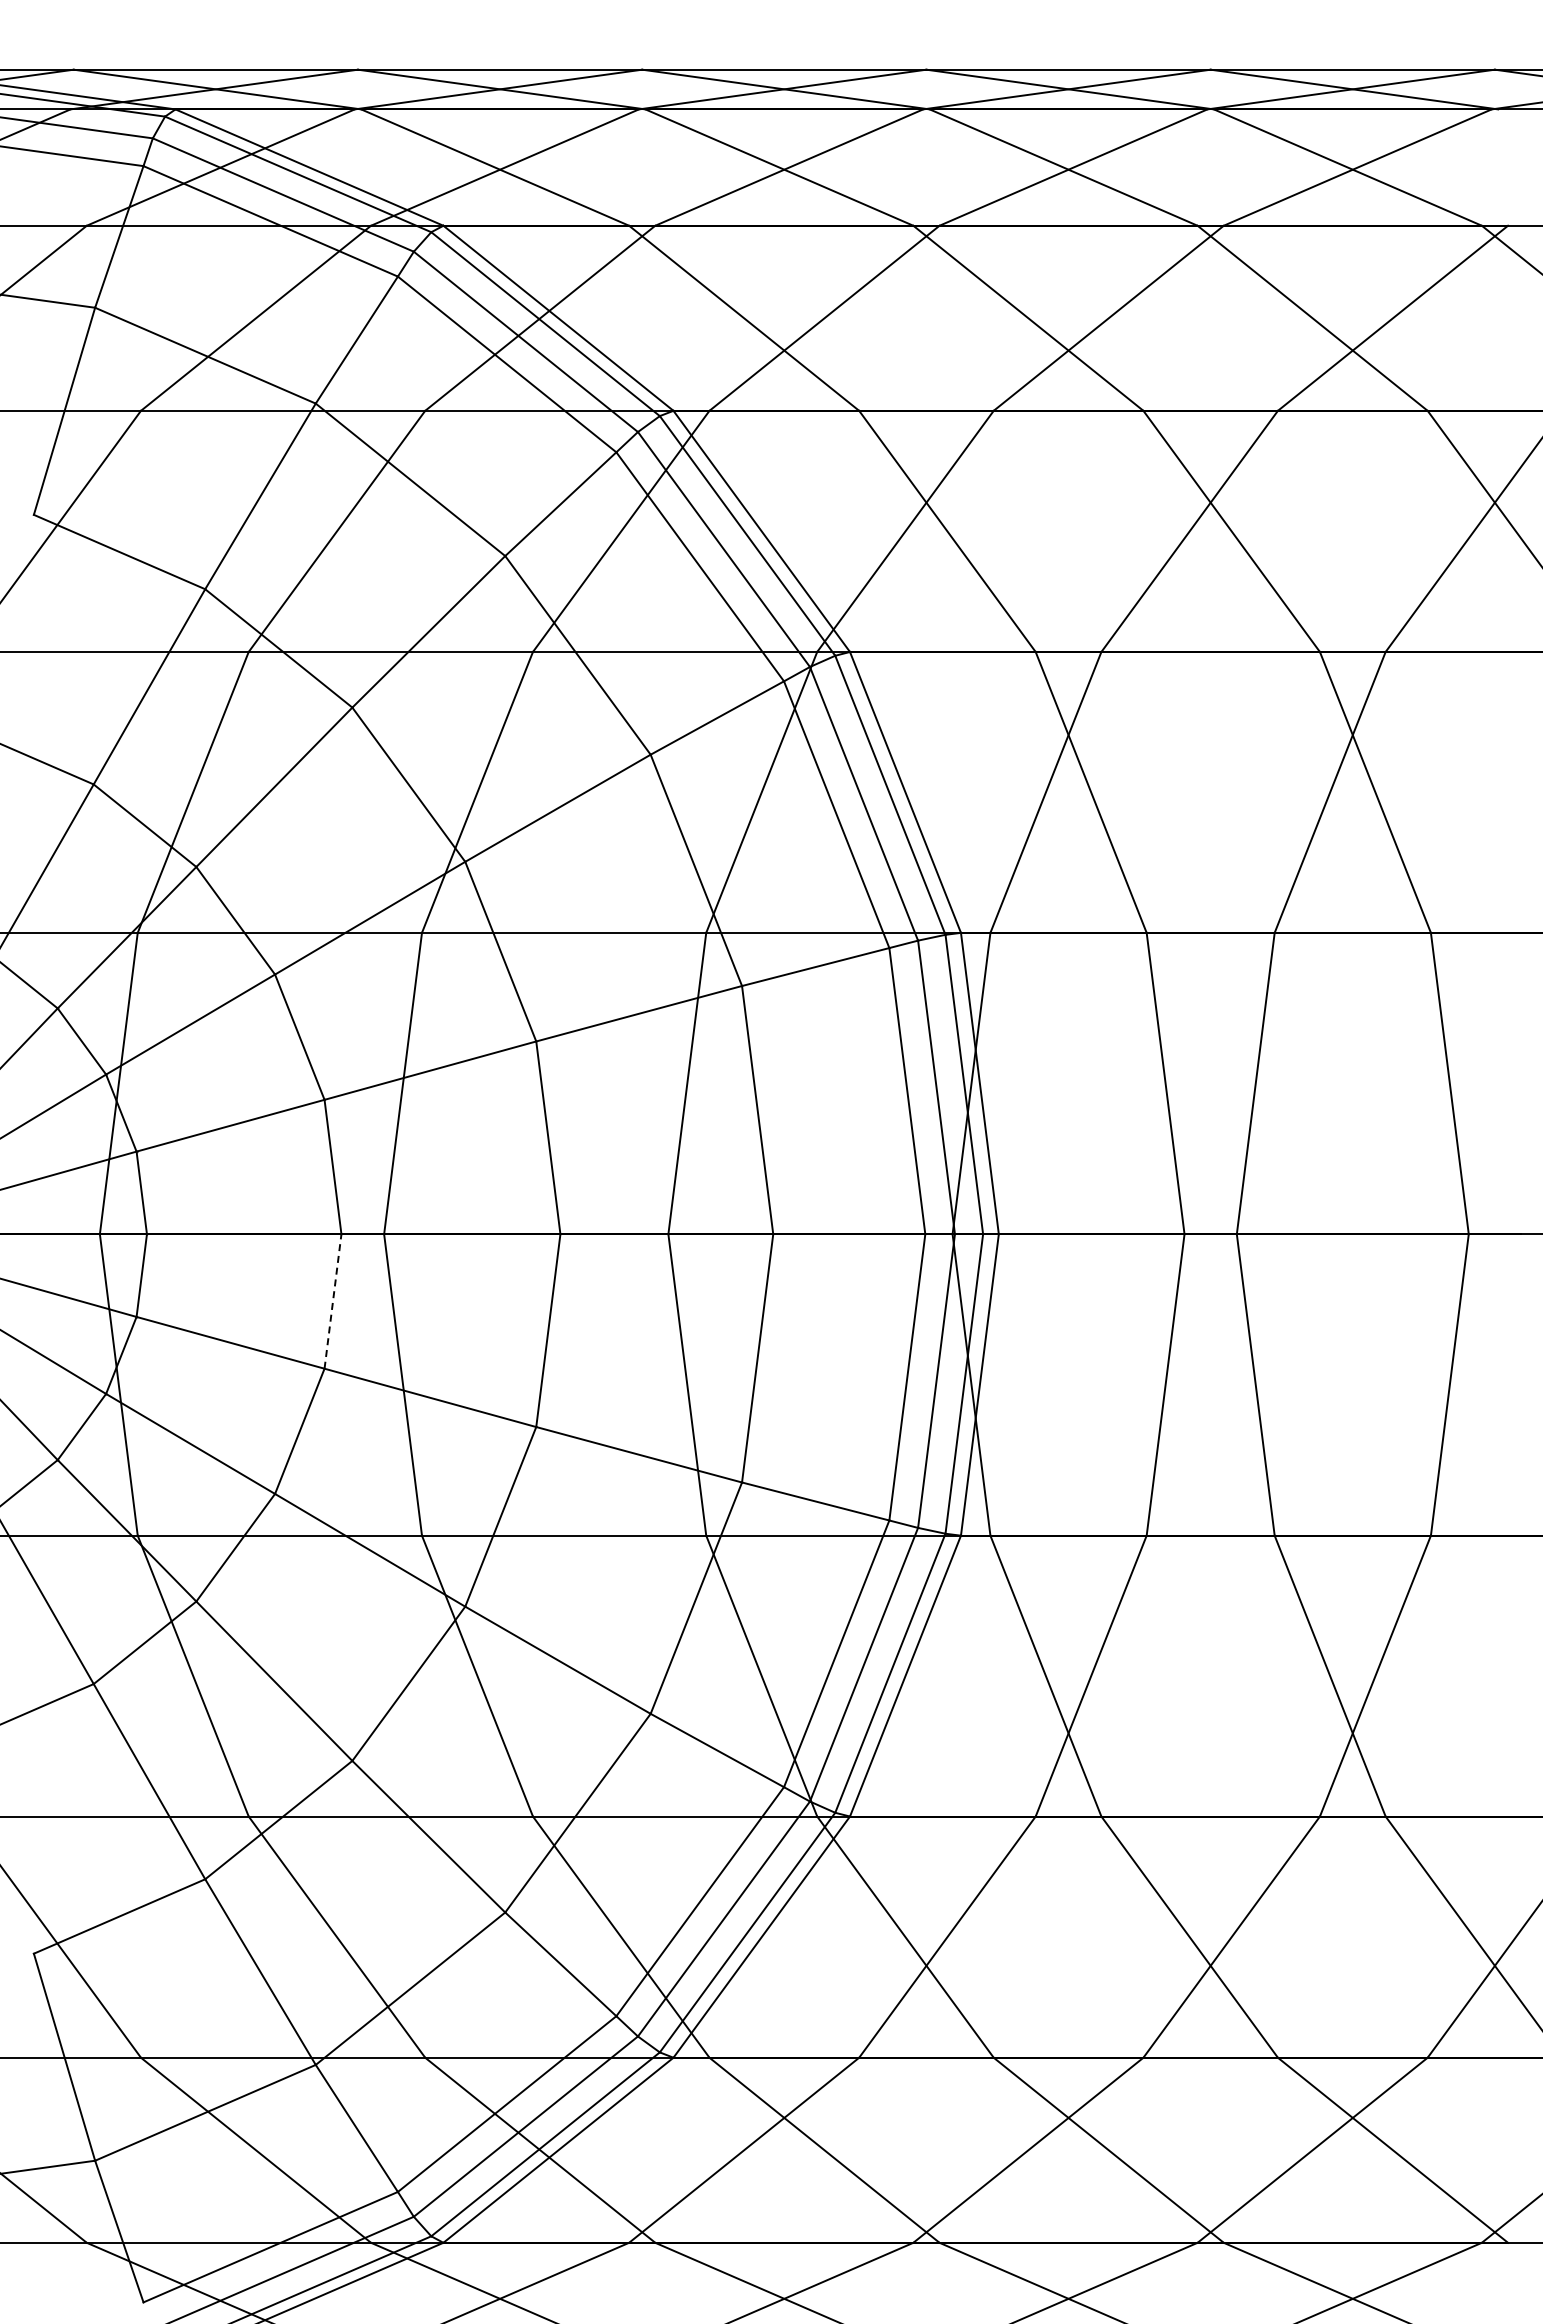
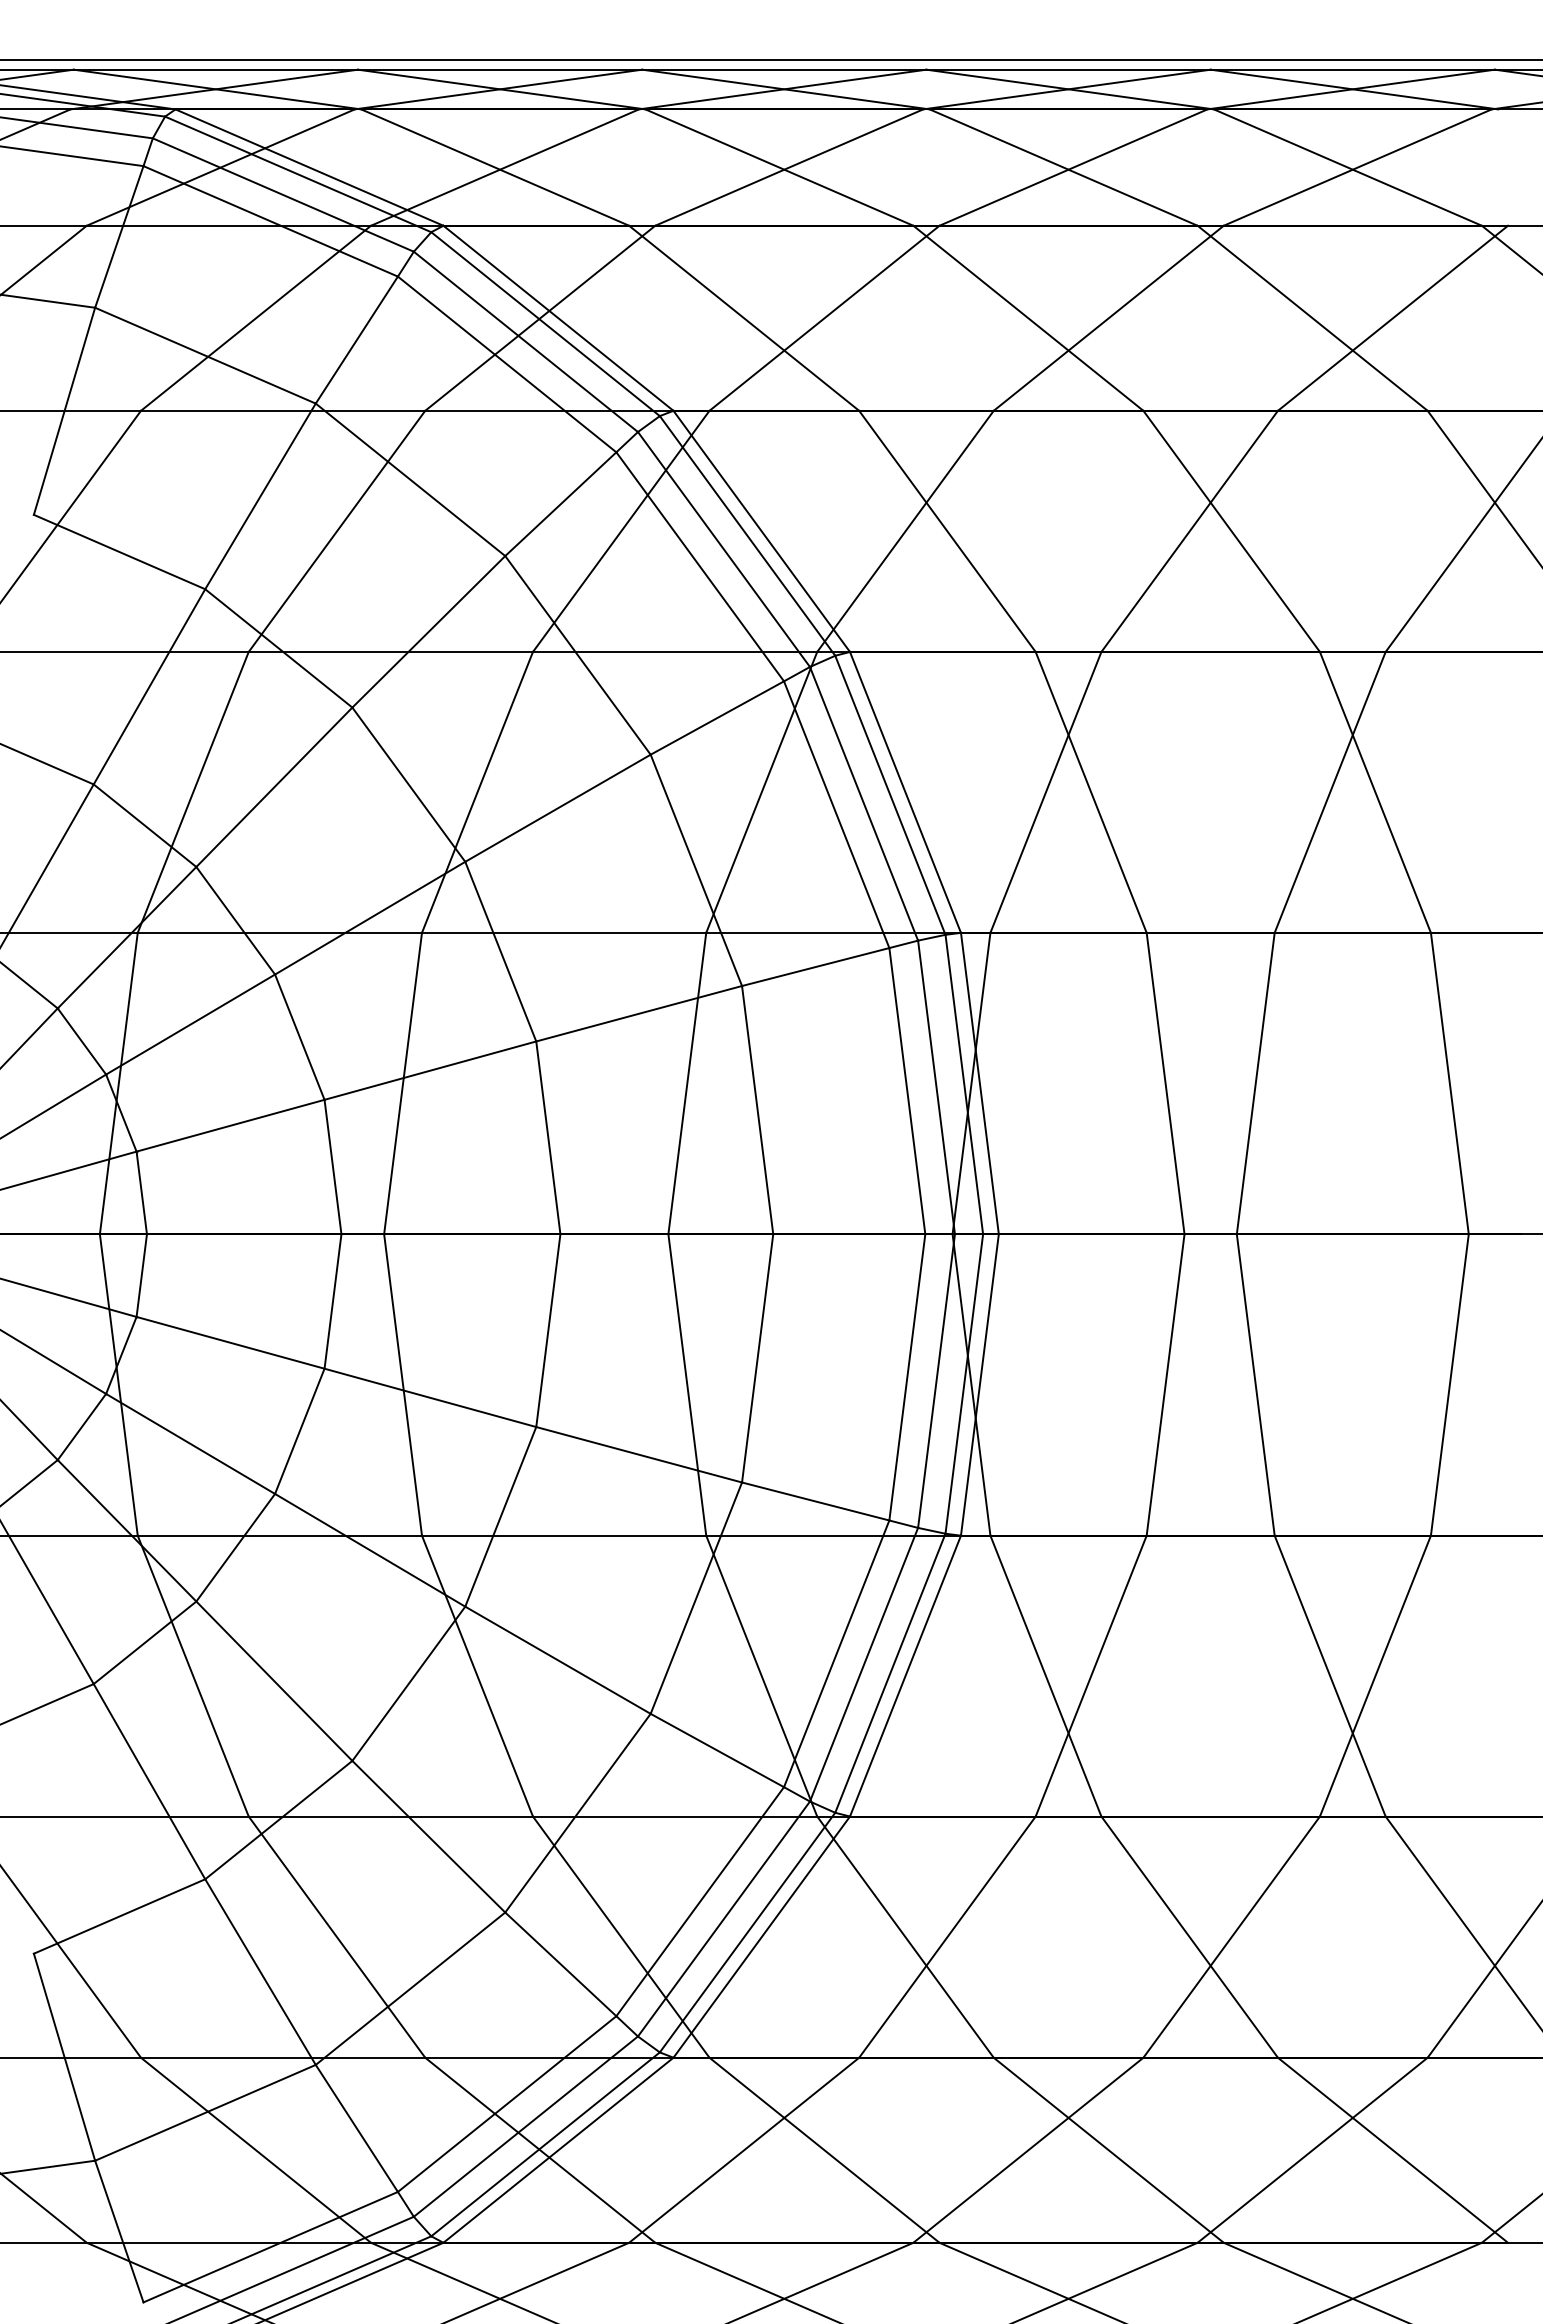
line at (770, 60): none -> present
line at (333, 1301): dashed -> solid
